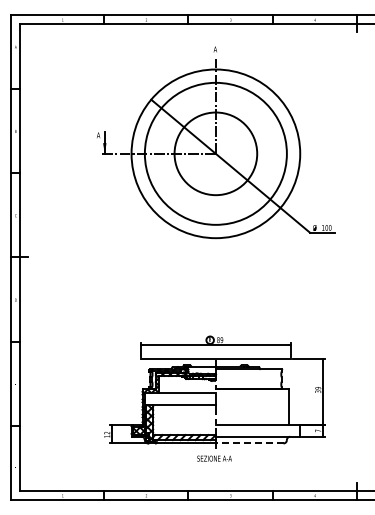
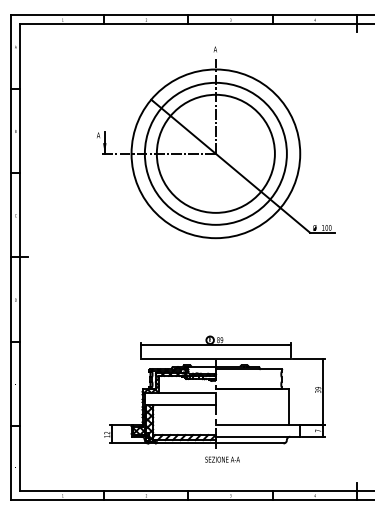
circle at (215, 153) diameter: 83 px -> 118 px
line at (249, 443): dashed -> solid
text at (214, 458) position: (214, 458) -> (222, 459)
